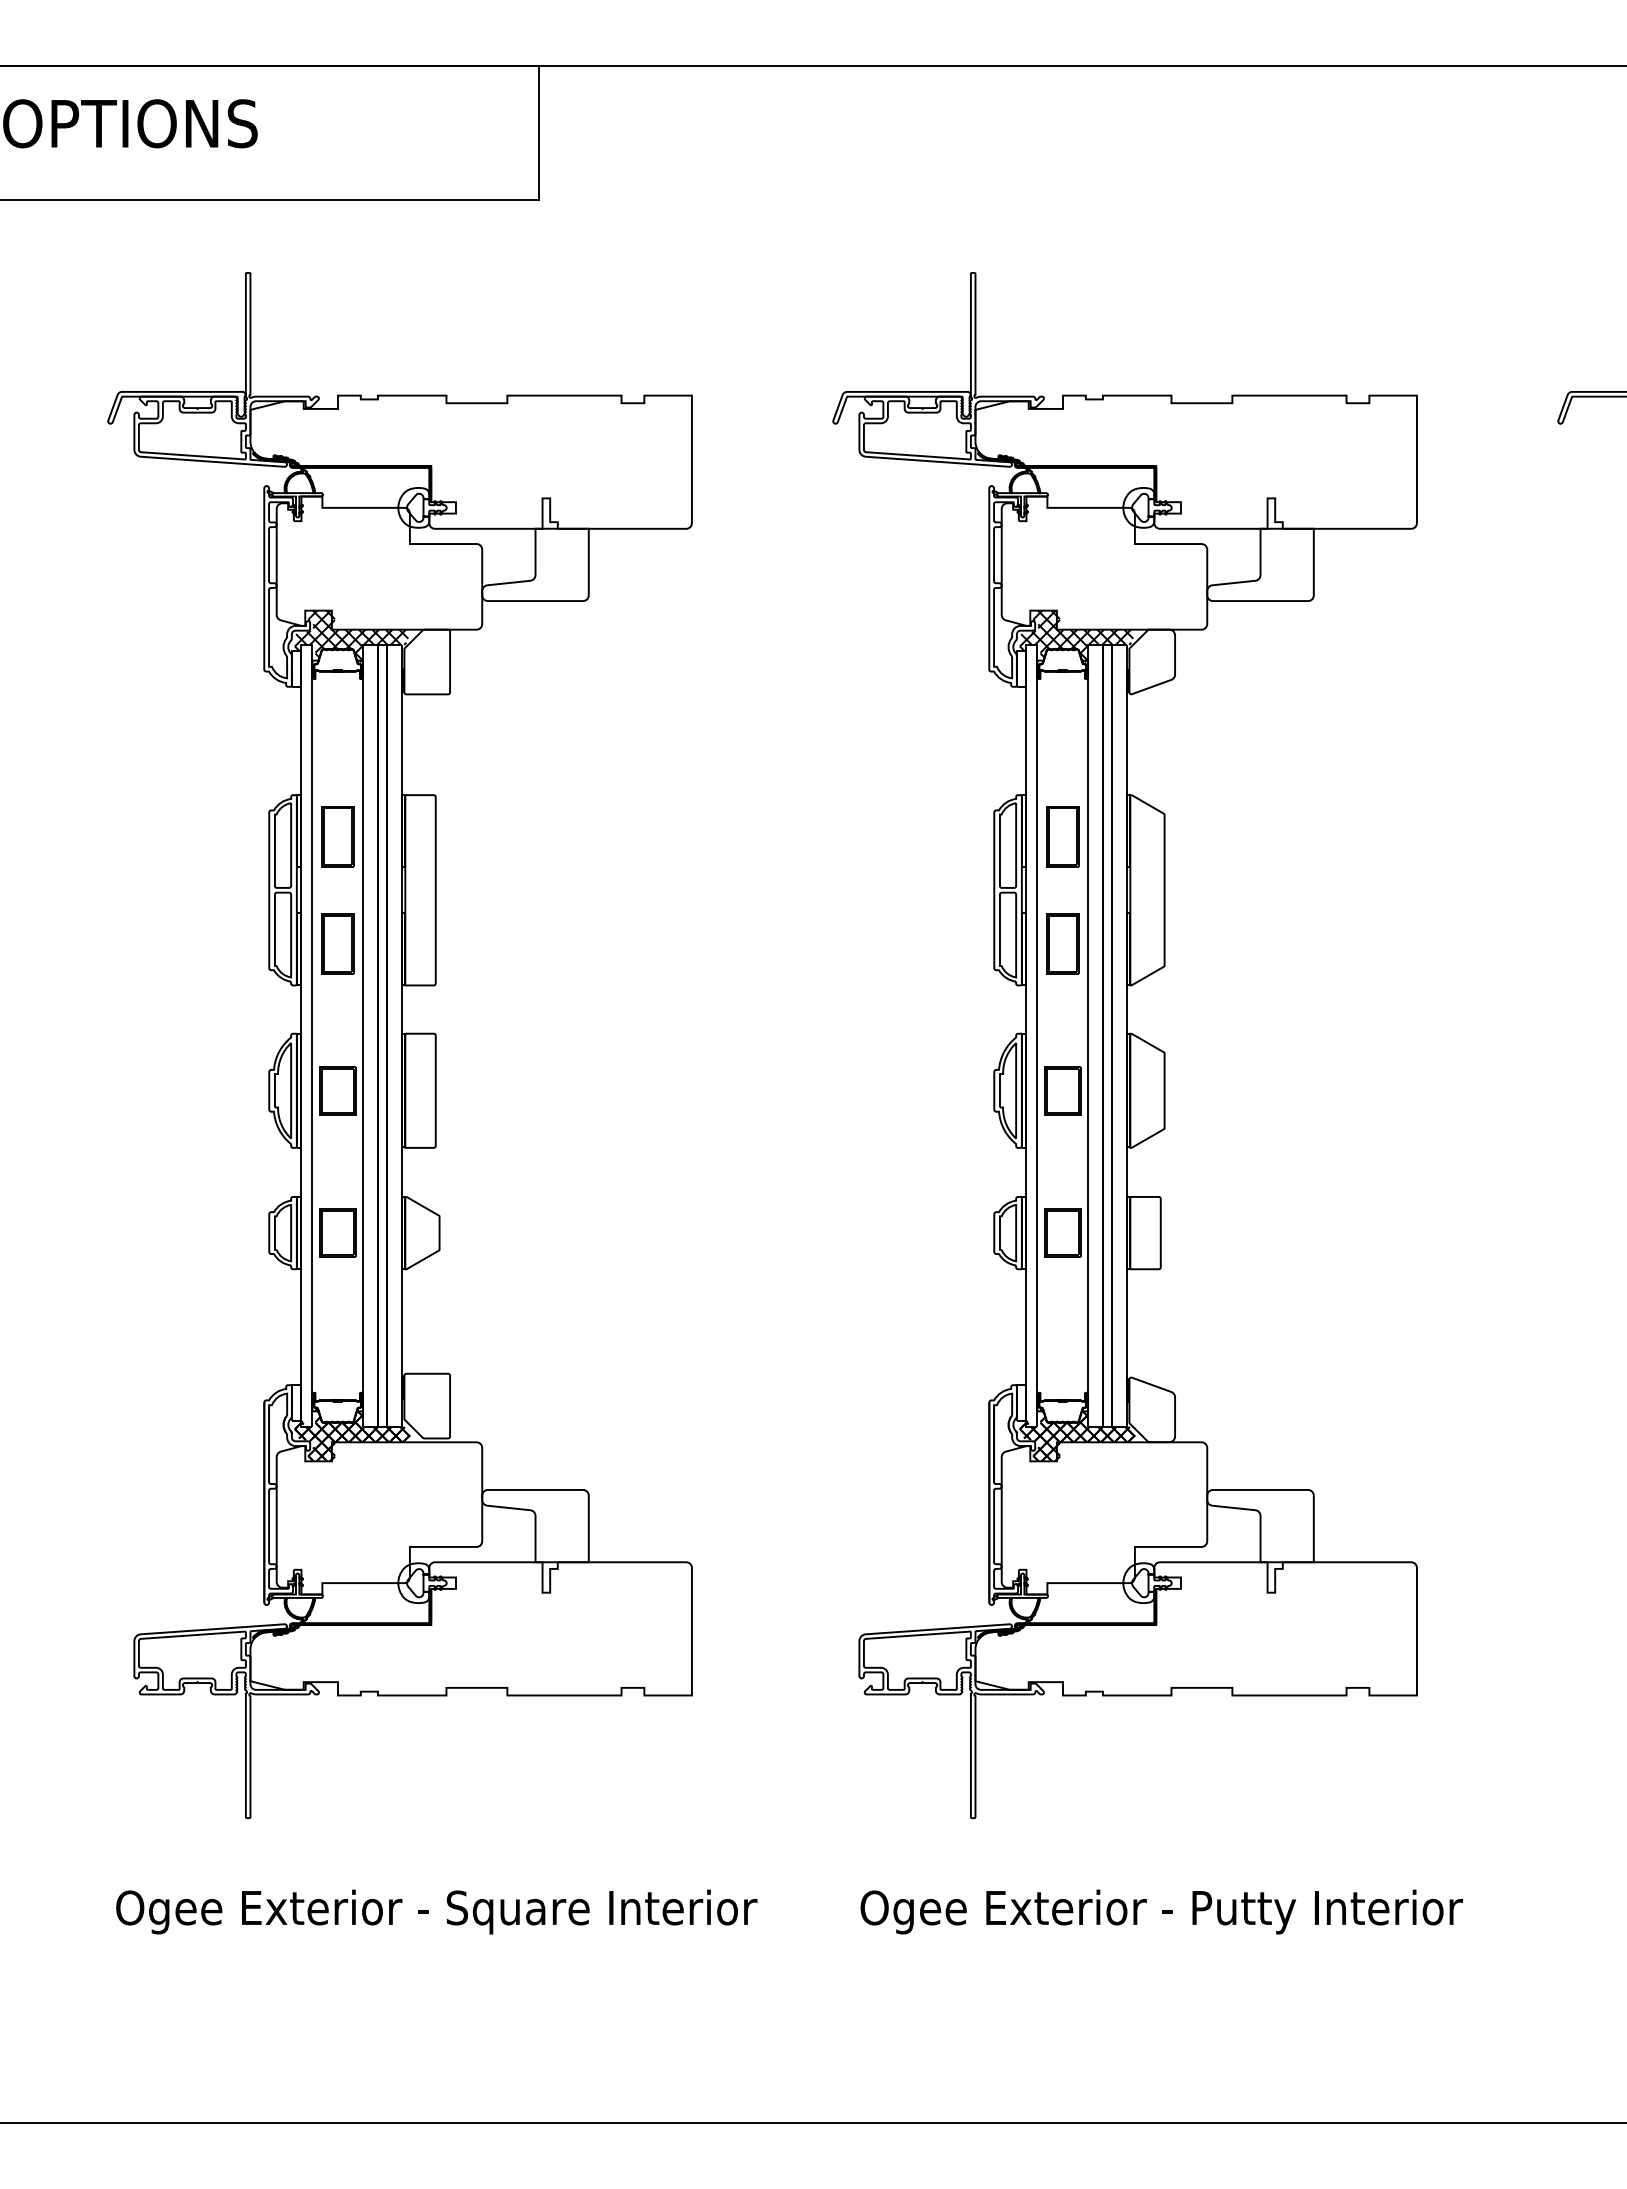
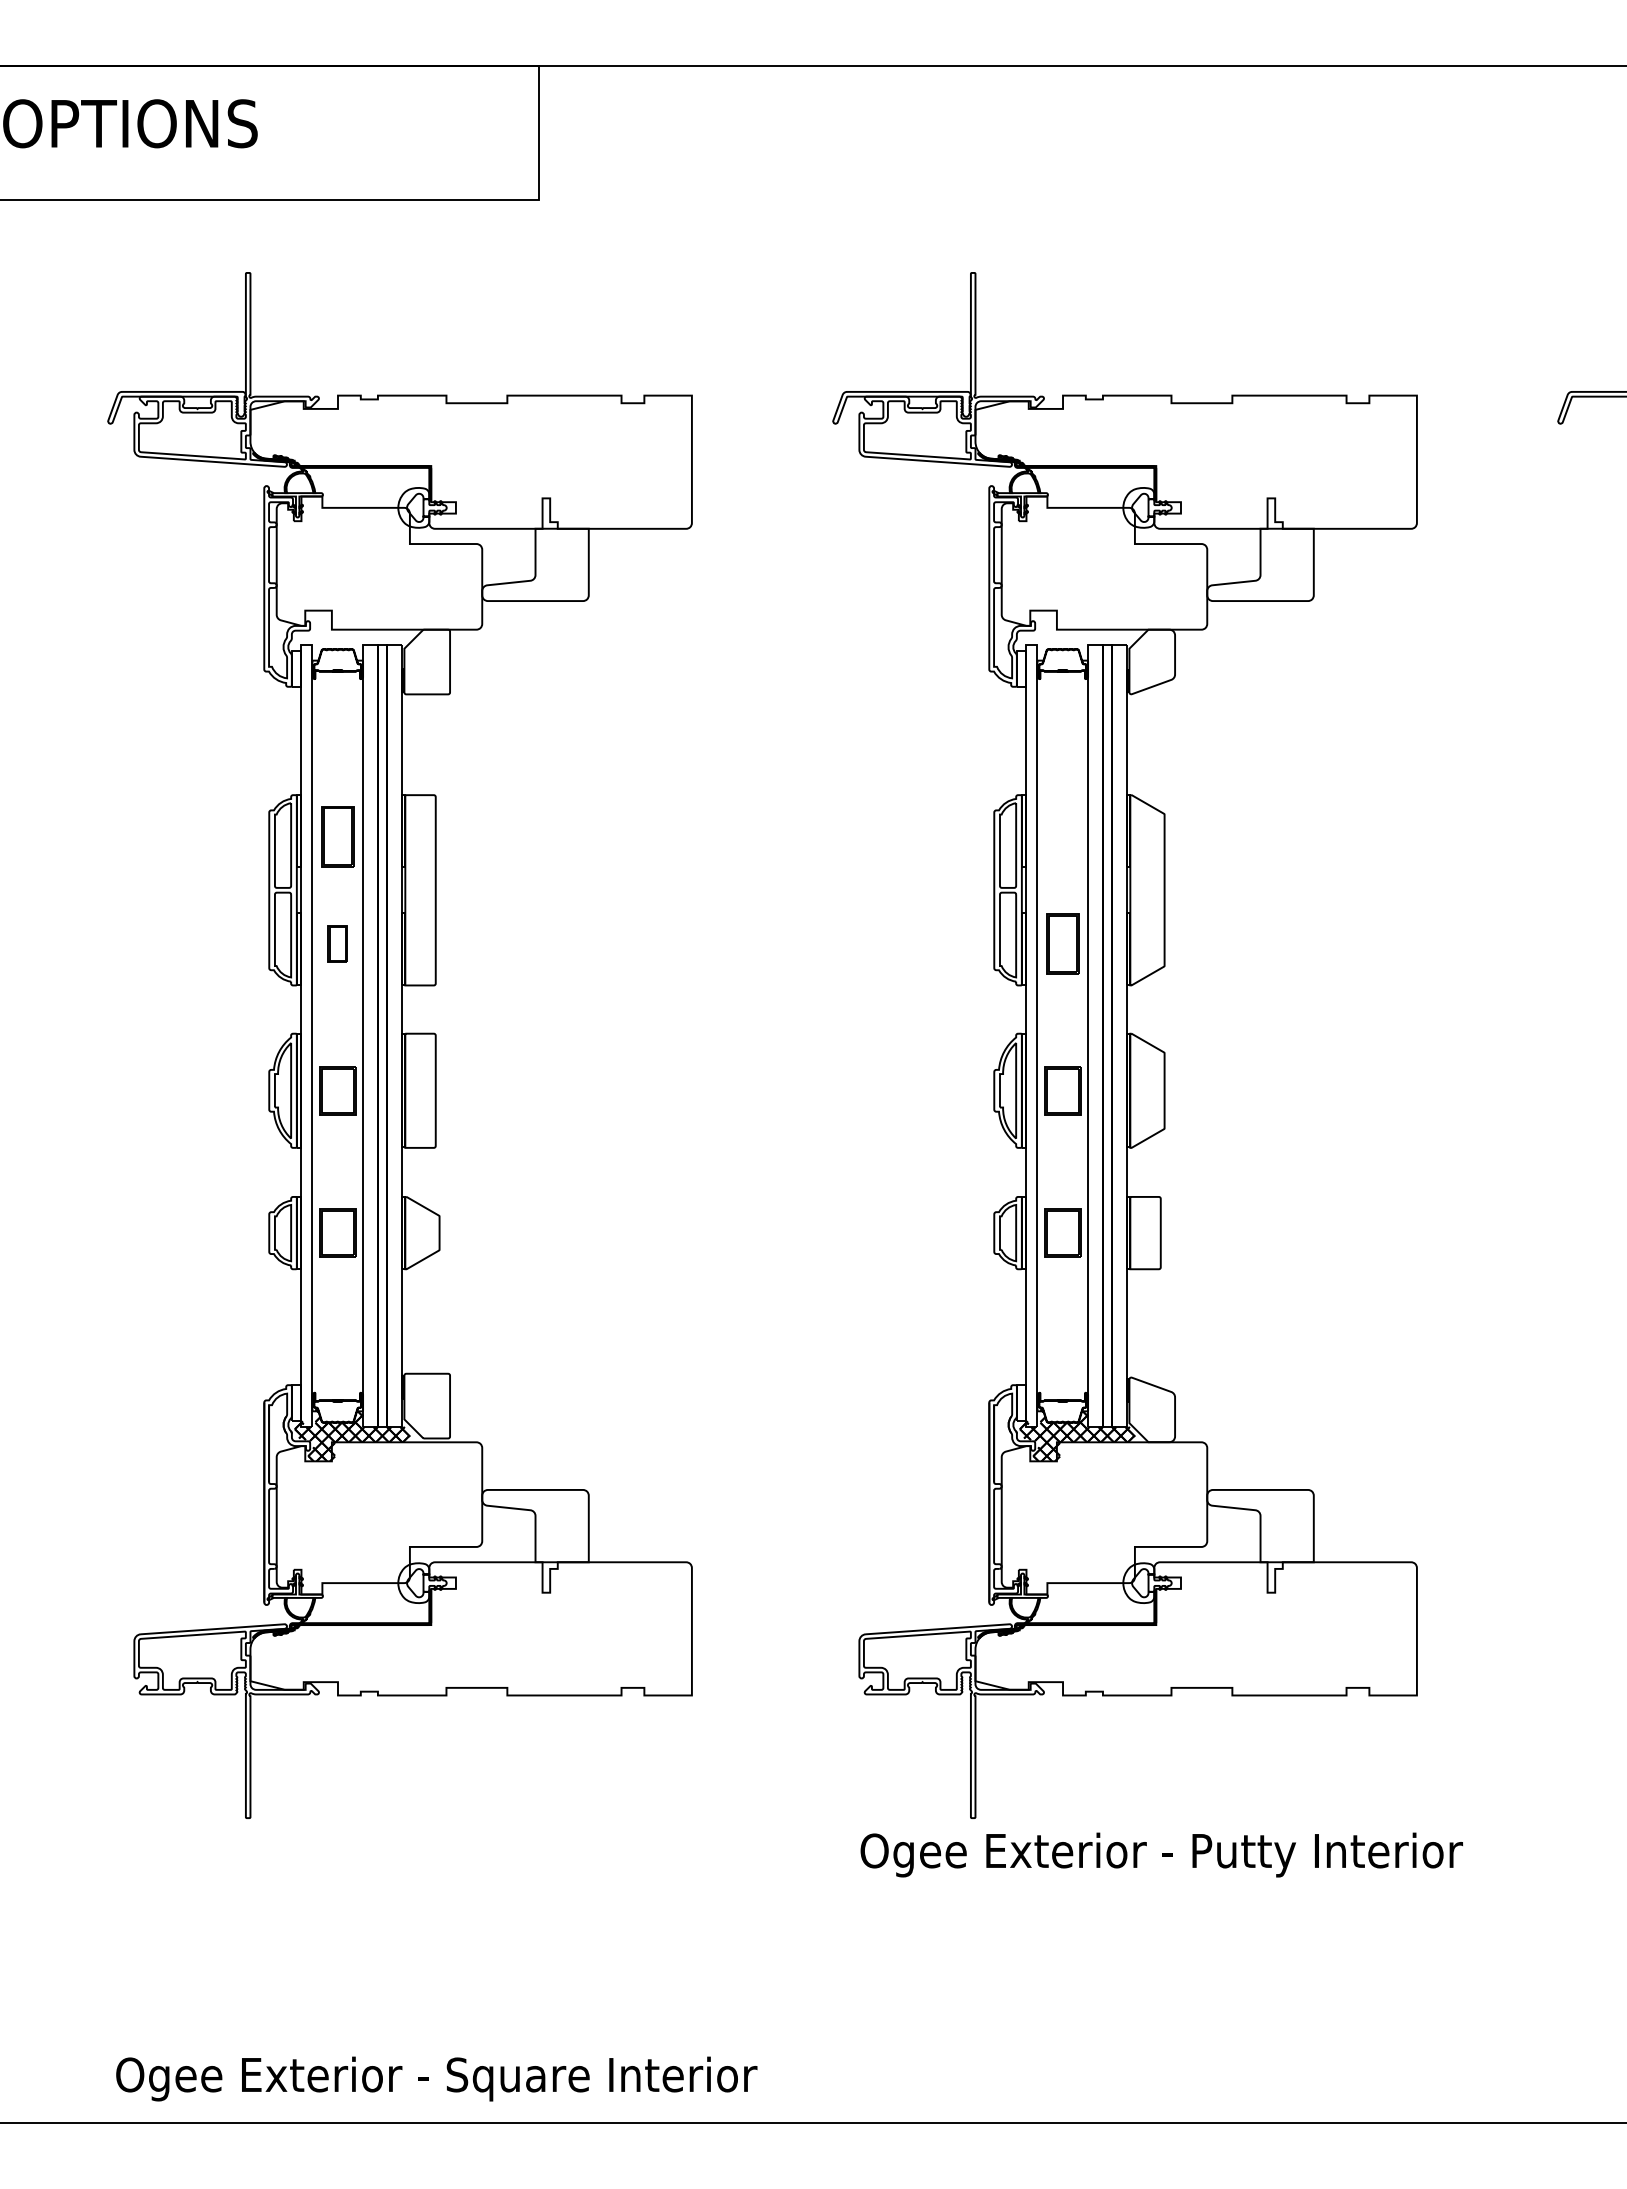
hatch at (353, 636): present -> none
hatch at (1078, 636): present -> none
part at (1062, 836): present -> none
part at (337, 943) size: 34x62 px -> 21x38 px
text at (436, 1911) position: (436, 1911) -> (436, 2078)
text at (1161, 1911) position: (1161, 1911) -> (1161, 1854)
